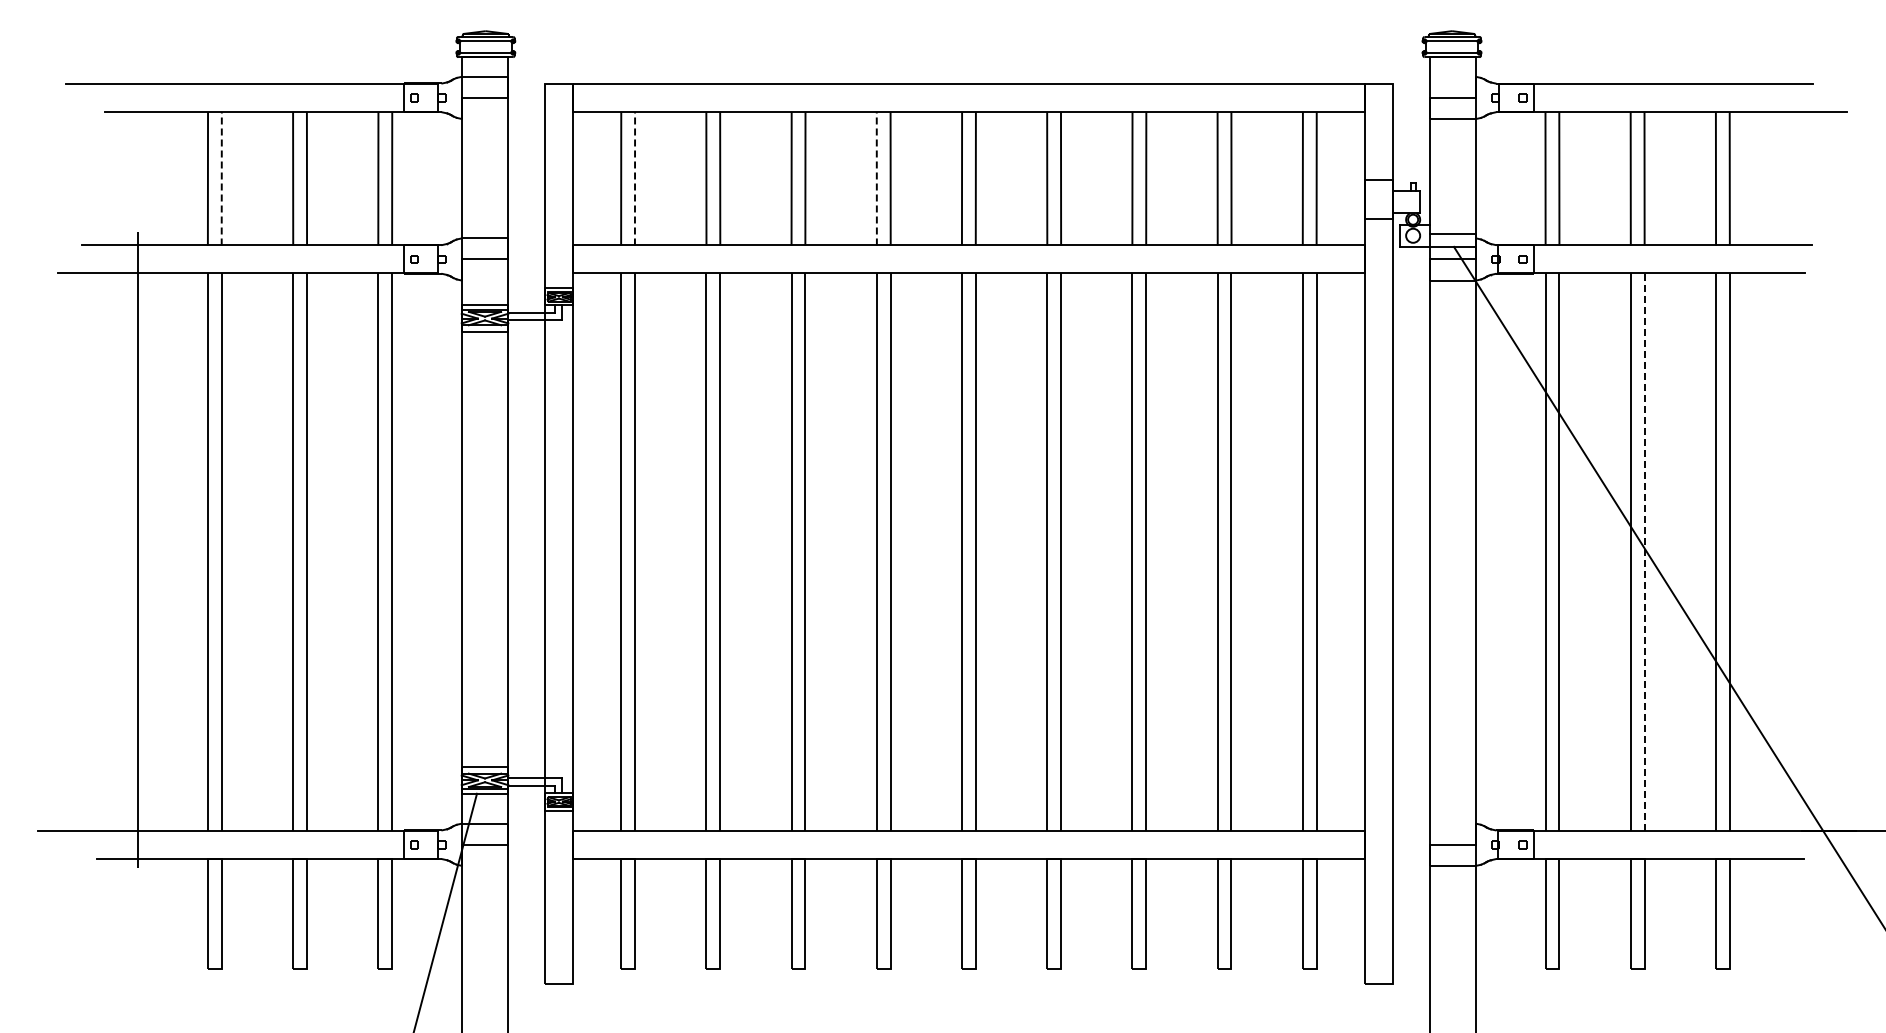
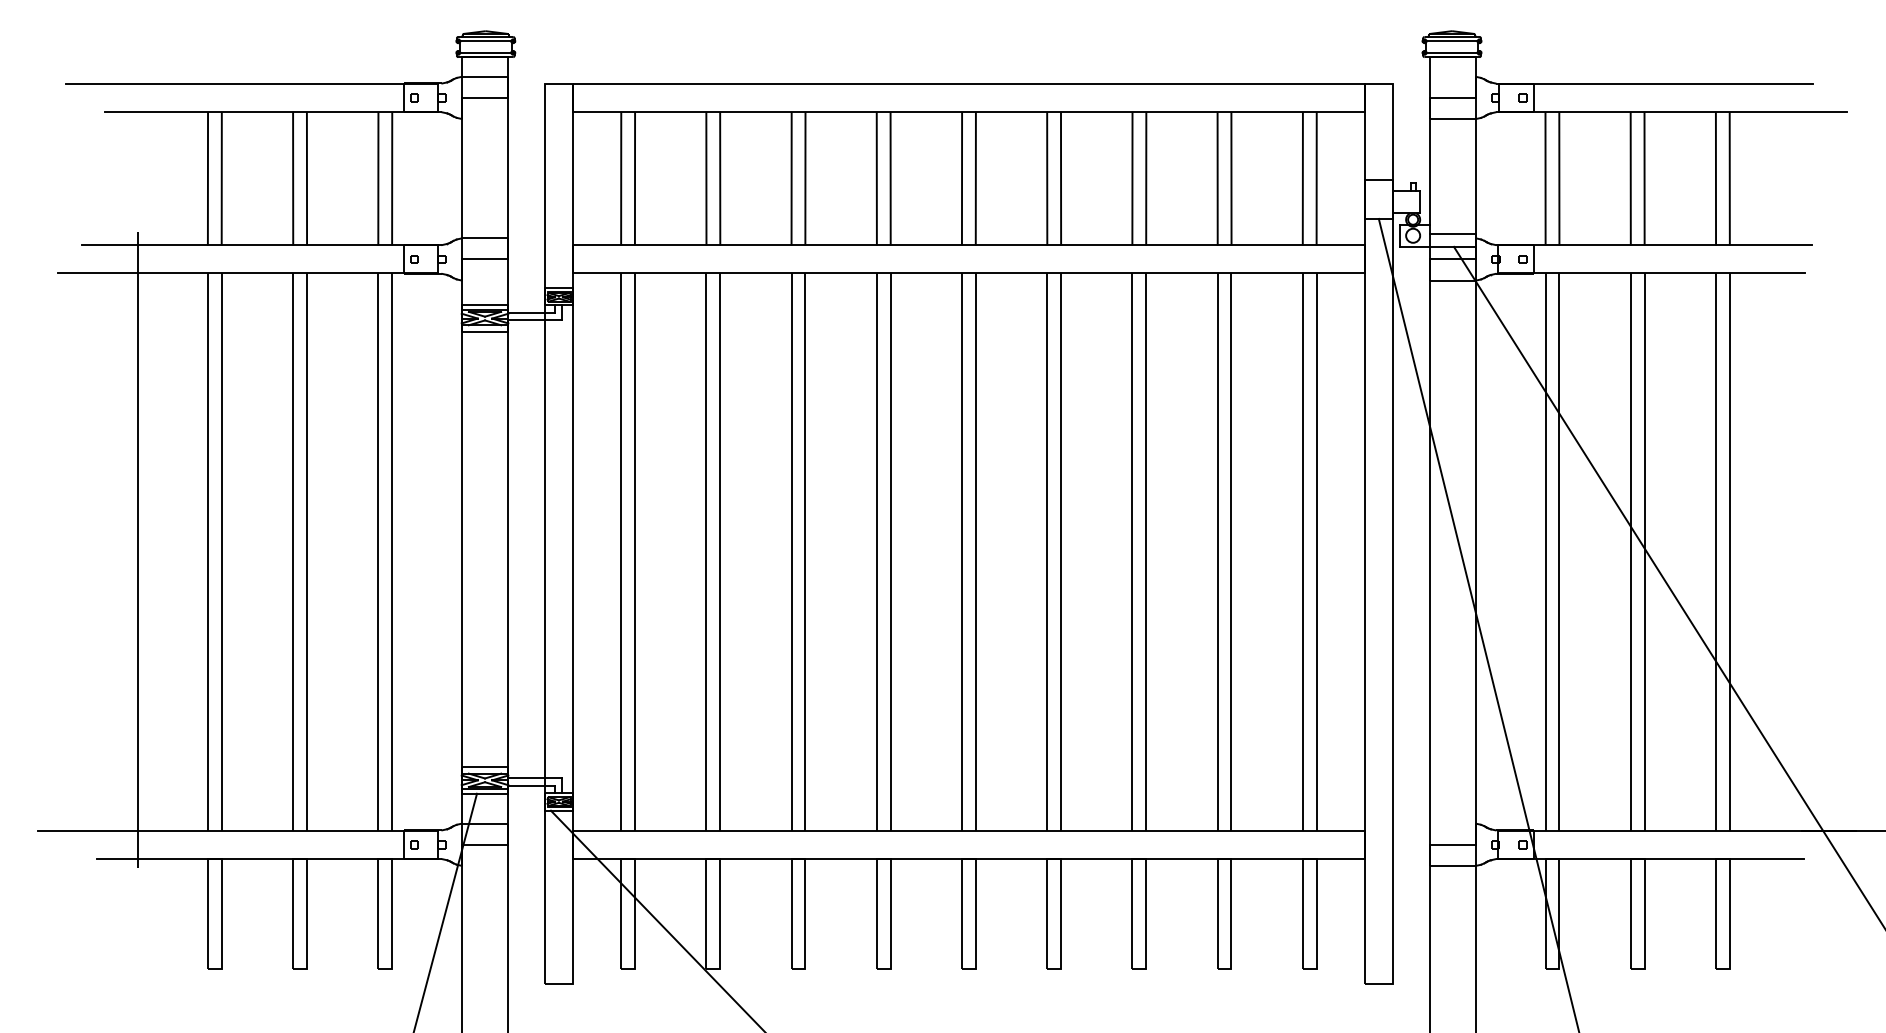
line at (221, 178): dashed -> solid
line at (635, 178): dashed -> solid
line at (876, 178): dashed -> solid
line at (1644, 552): dashed -> solid
line at (1478, 623): none -> present
line at (656, 919): none -> present
